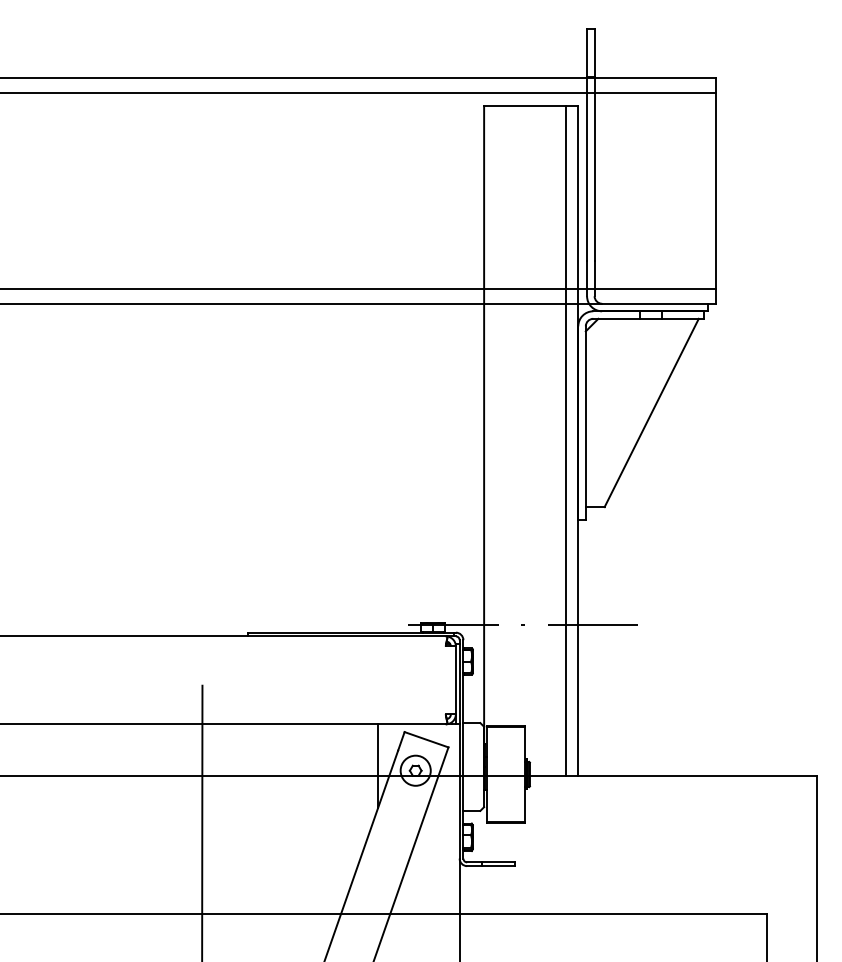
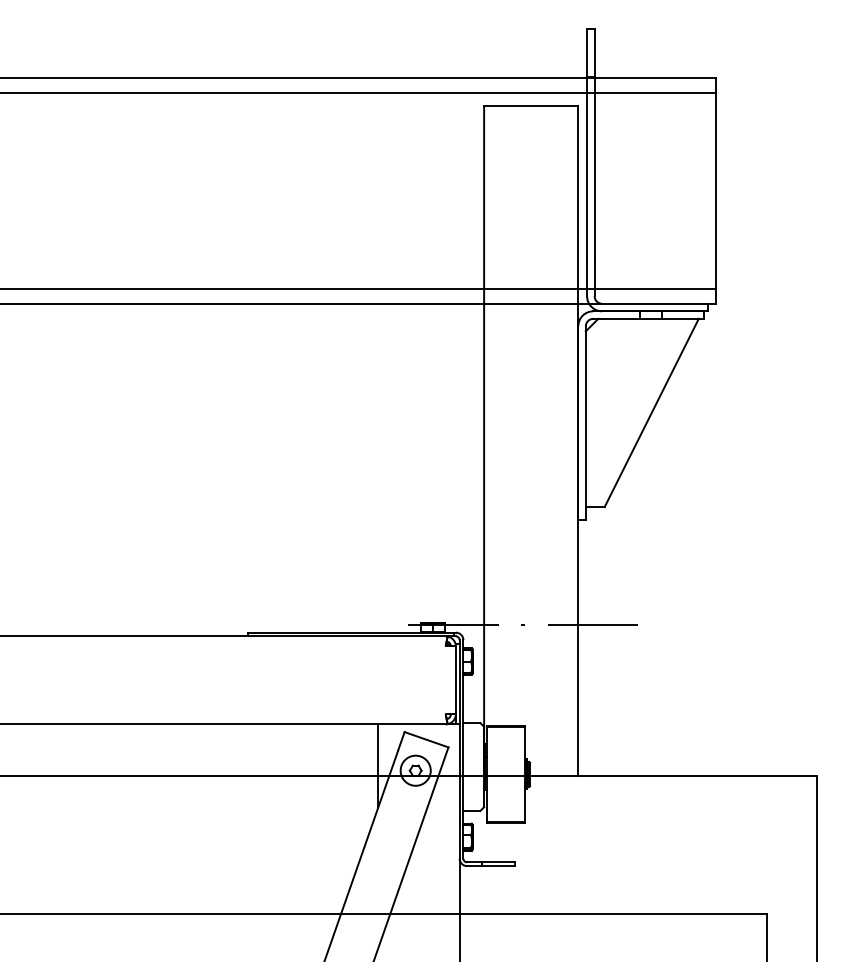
line at (565, 440): present -> none
line at (202, 821): present -> none
